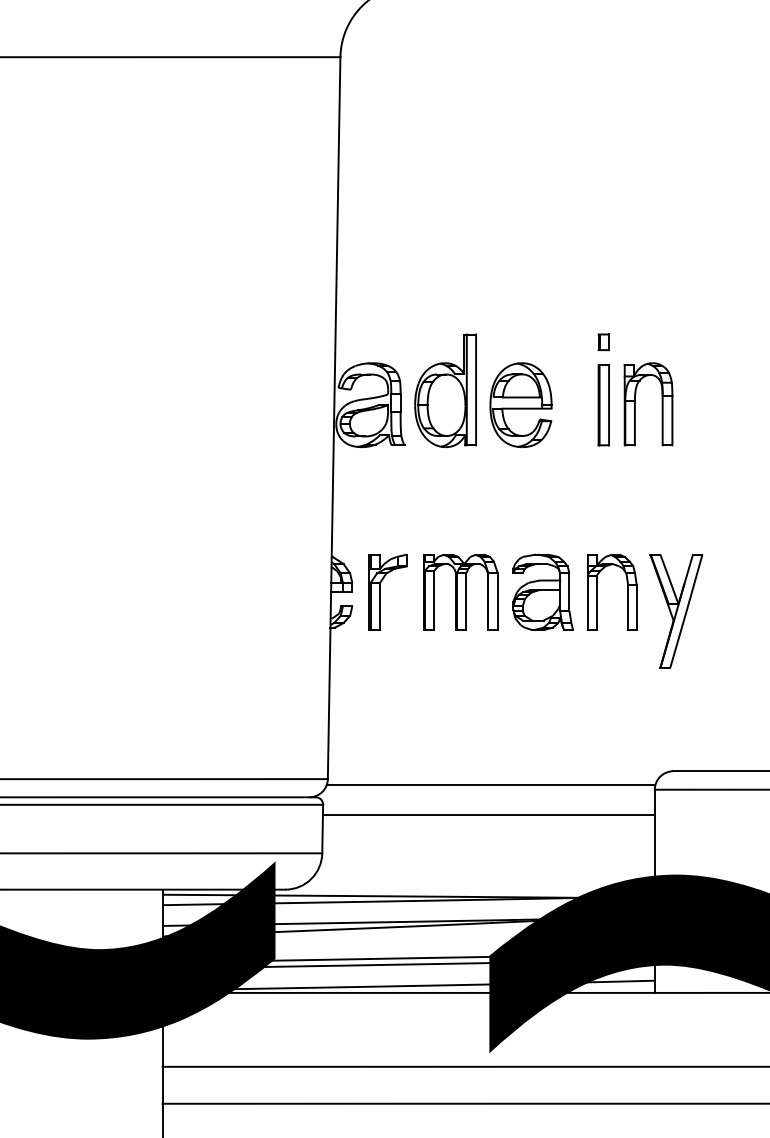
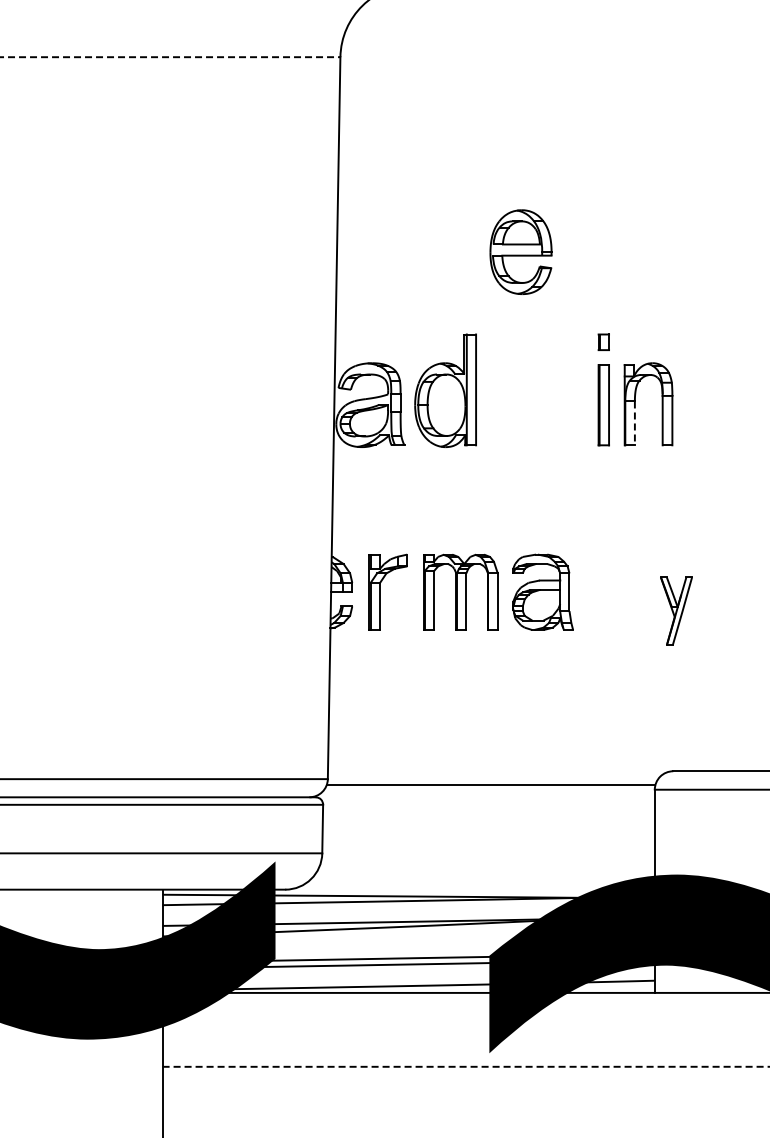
line at (170, 57): solid -> dashed
part at (520, 404) position: (520, 404) -> (520, 251)
line at (634, 423): solid -> dashed
part at (597, 592): present -> none
part at (676, 611) size: 55x115 px -> 33x70 px
line at (488, 814): present -> none
line at (466, 1066): solid -> dashed
line at (464, 1103): present -> none
